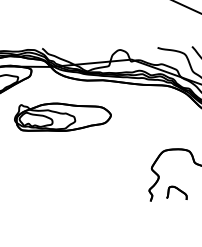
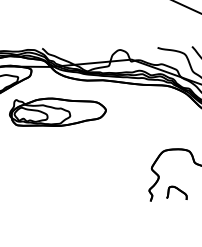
part at (62, 116) position: (62, 116) -> (57, 111)
